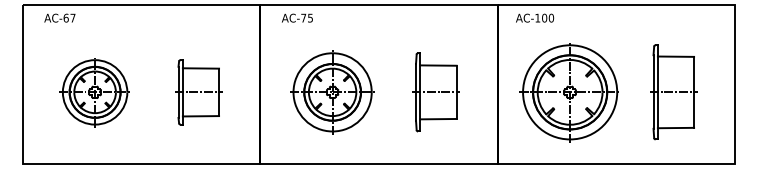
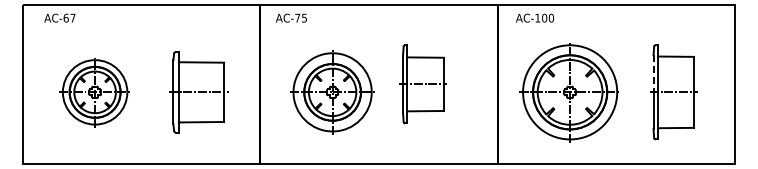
text at (297, 17) position: (297, 17) -> (291, 17)
line at (653, 73): solid -> dashed
part at (198, 92) size: 48x67 px -> 60x83 px
part at (435, 92) position: (435, 92) -> (422, 84)
